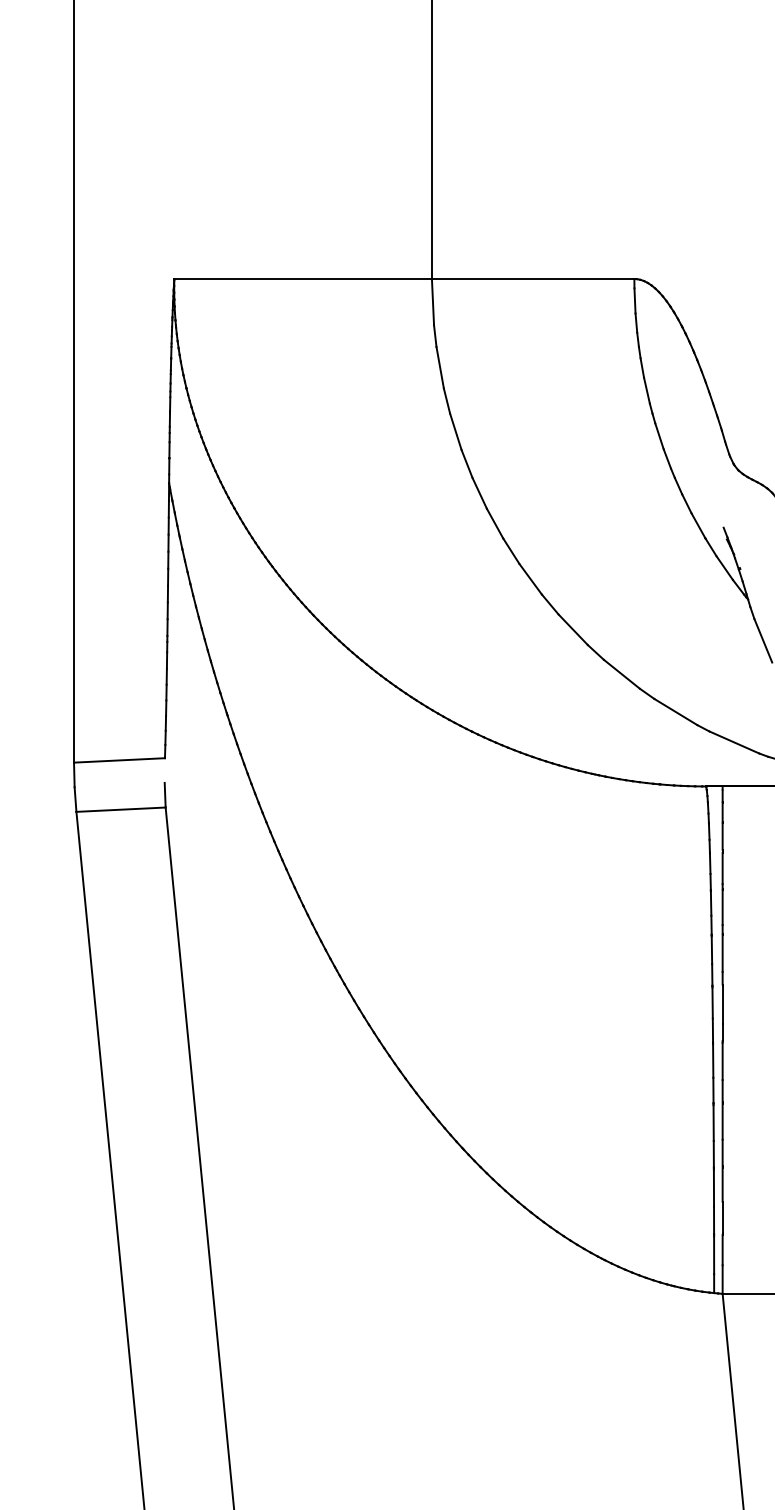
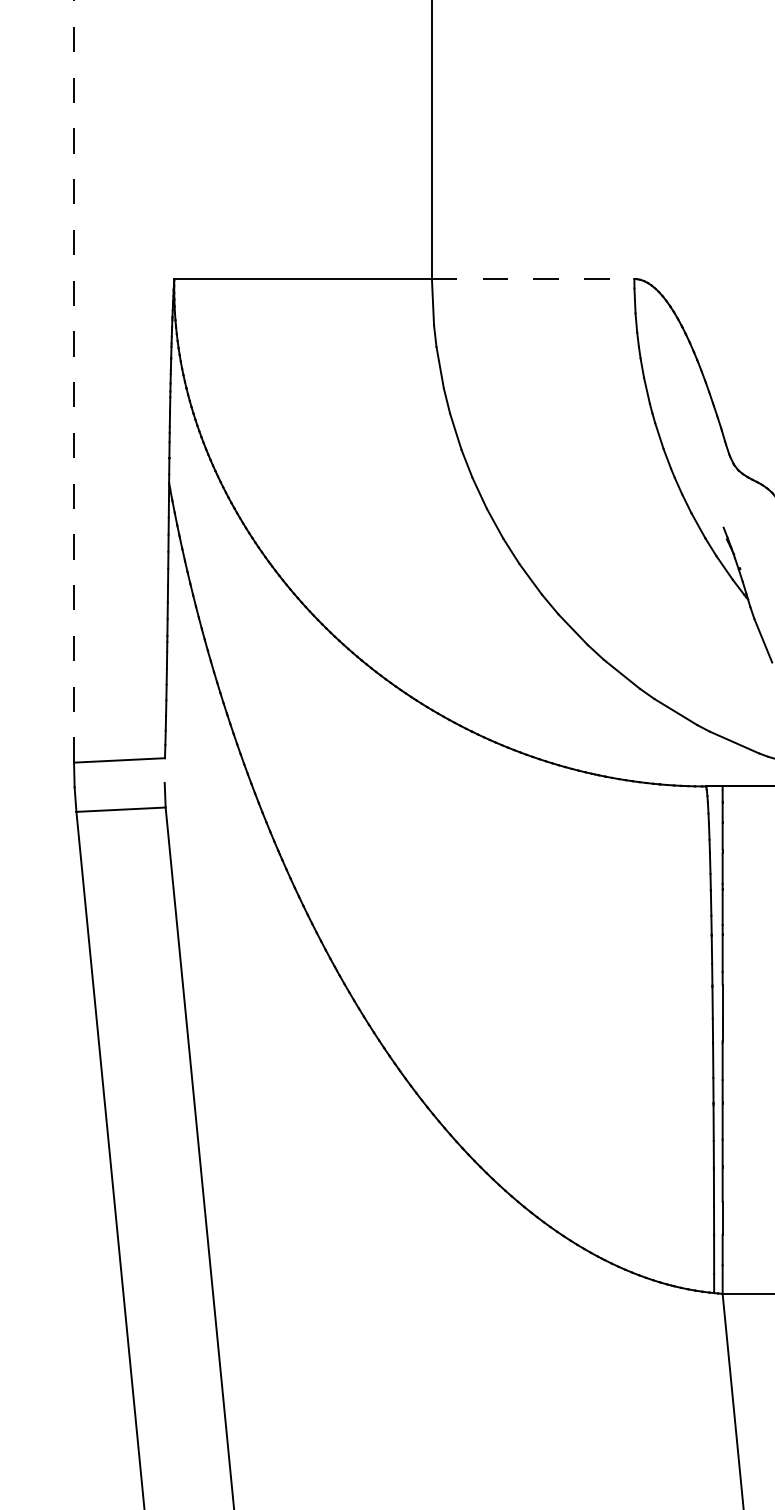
line at (533, 279): solid -> dashed
line at (74, 381): solid -> dashed
